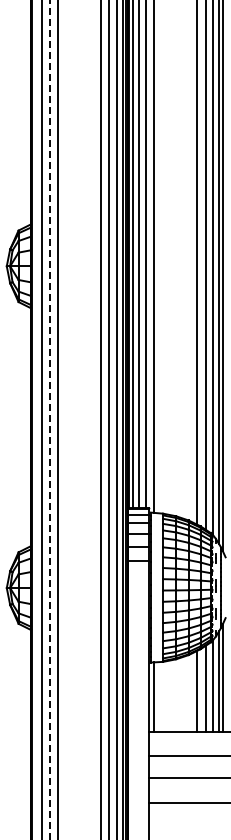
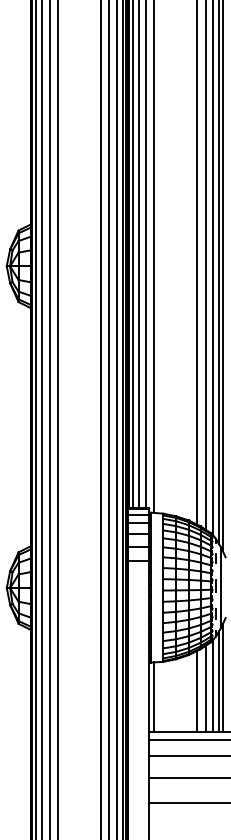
line at (36, 419): none -> present
line at (49, 420): dashed -> solid
line at (188, 740): none -> present
